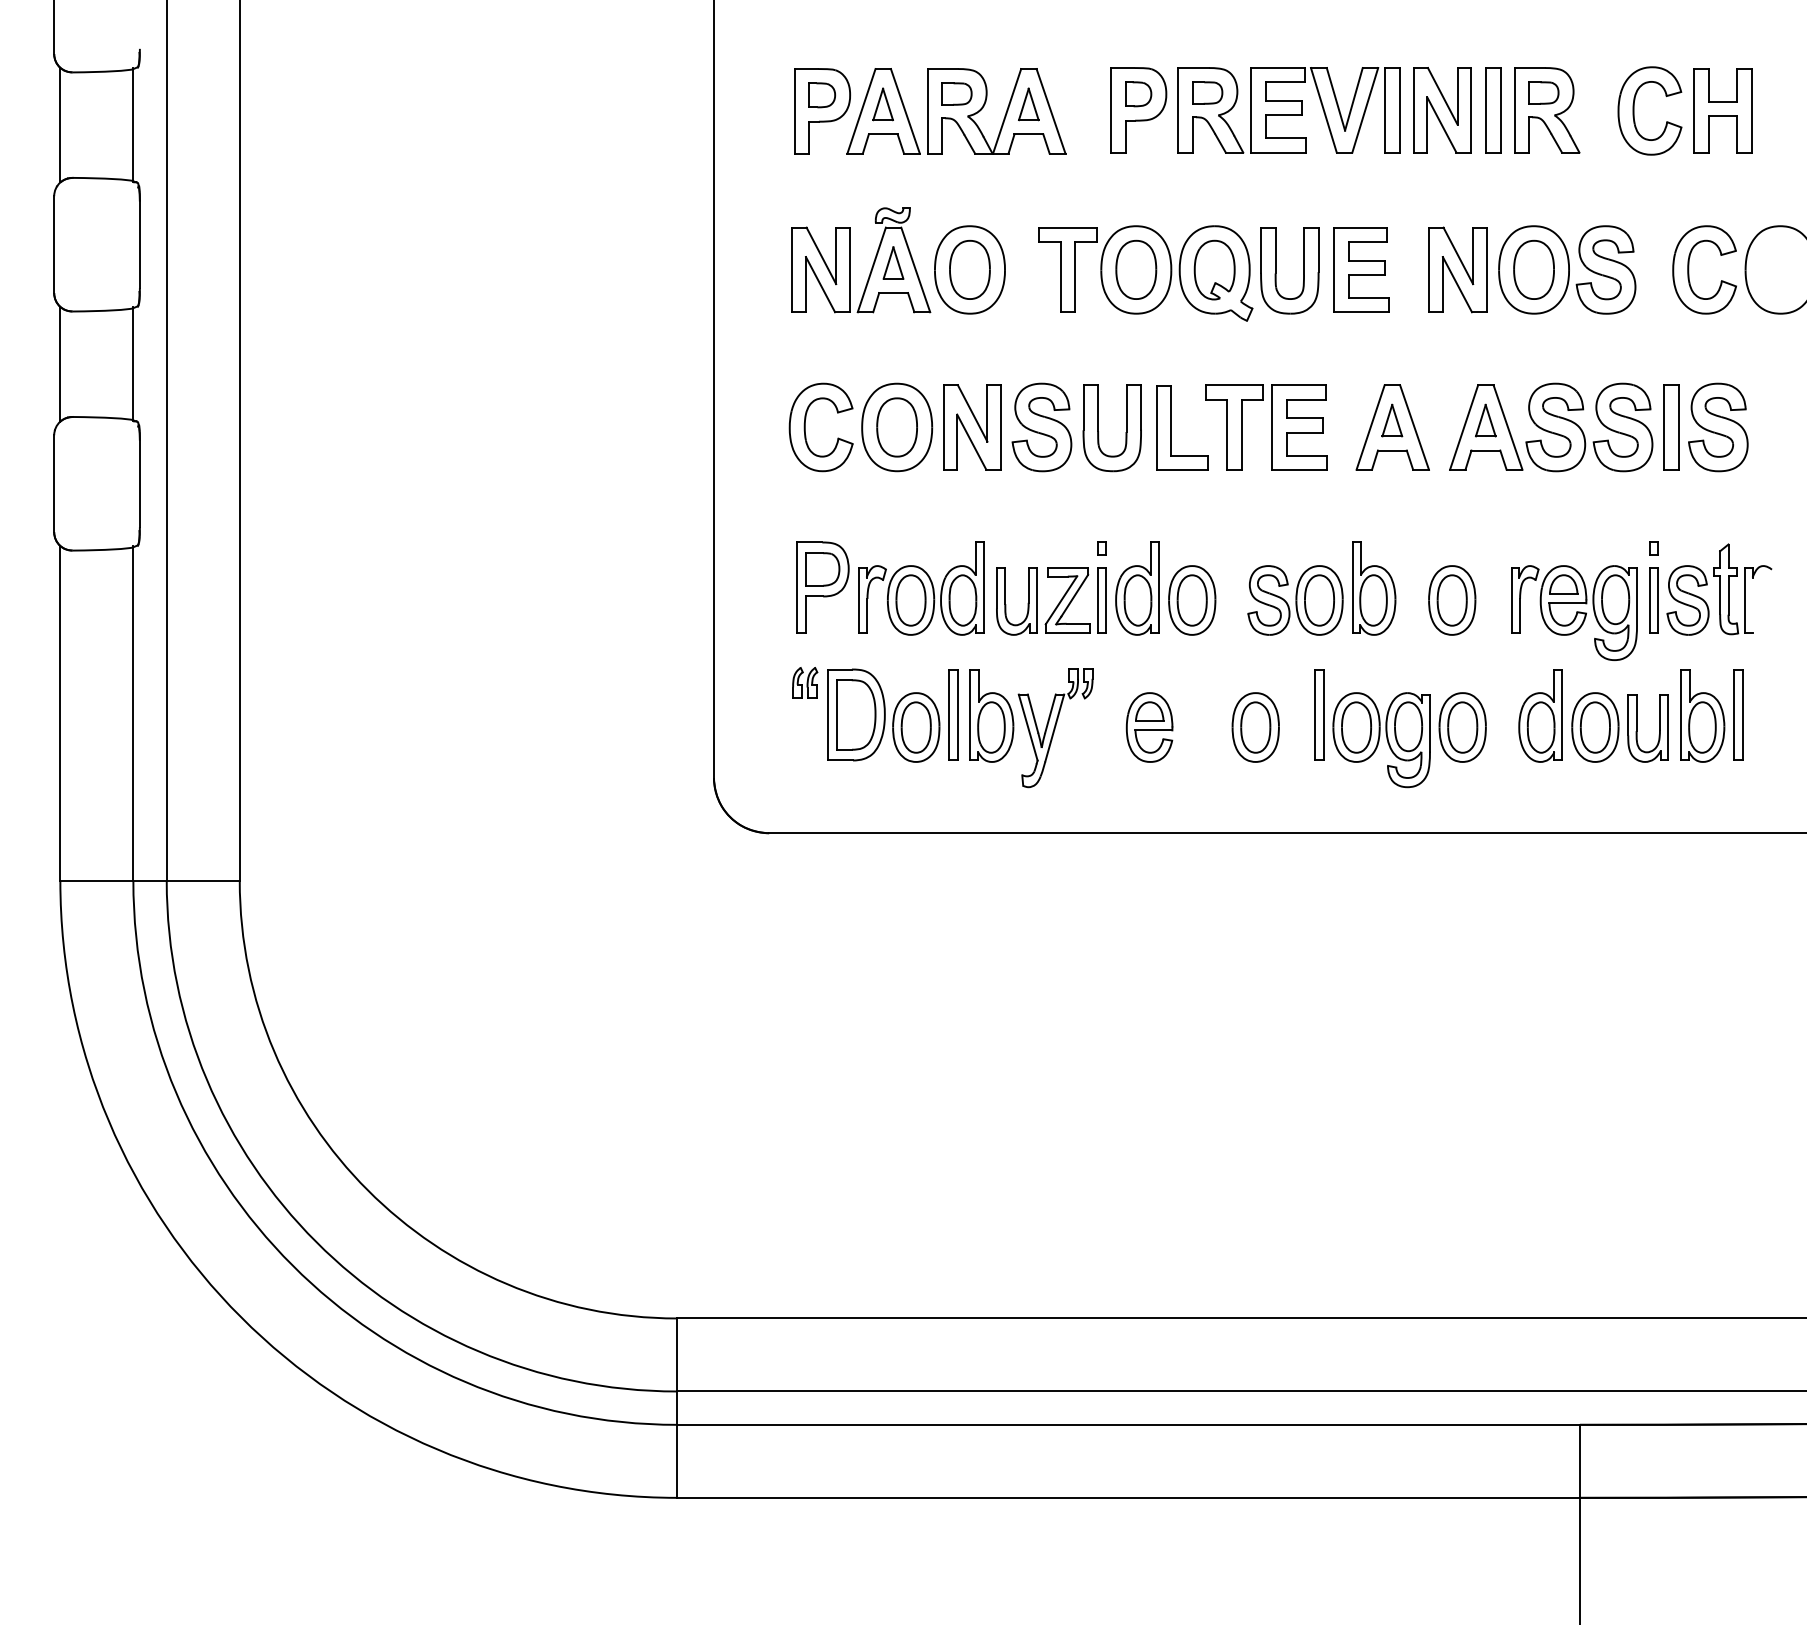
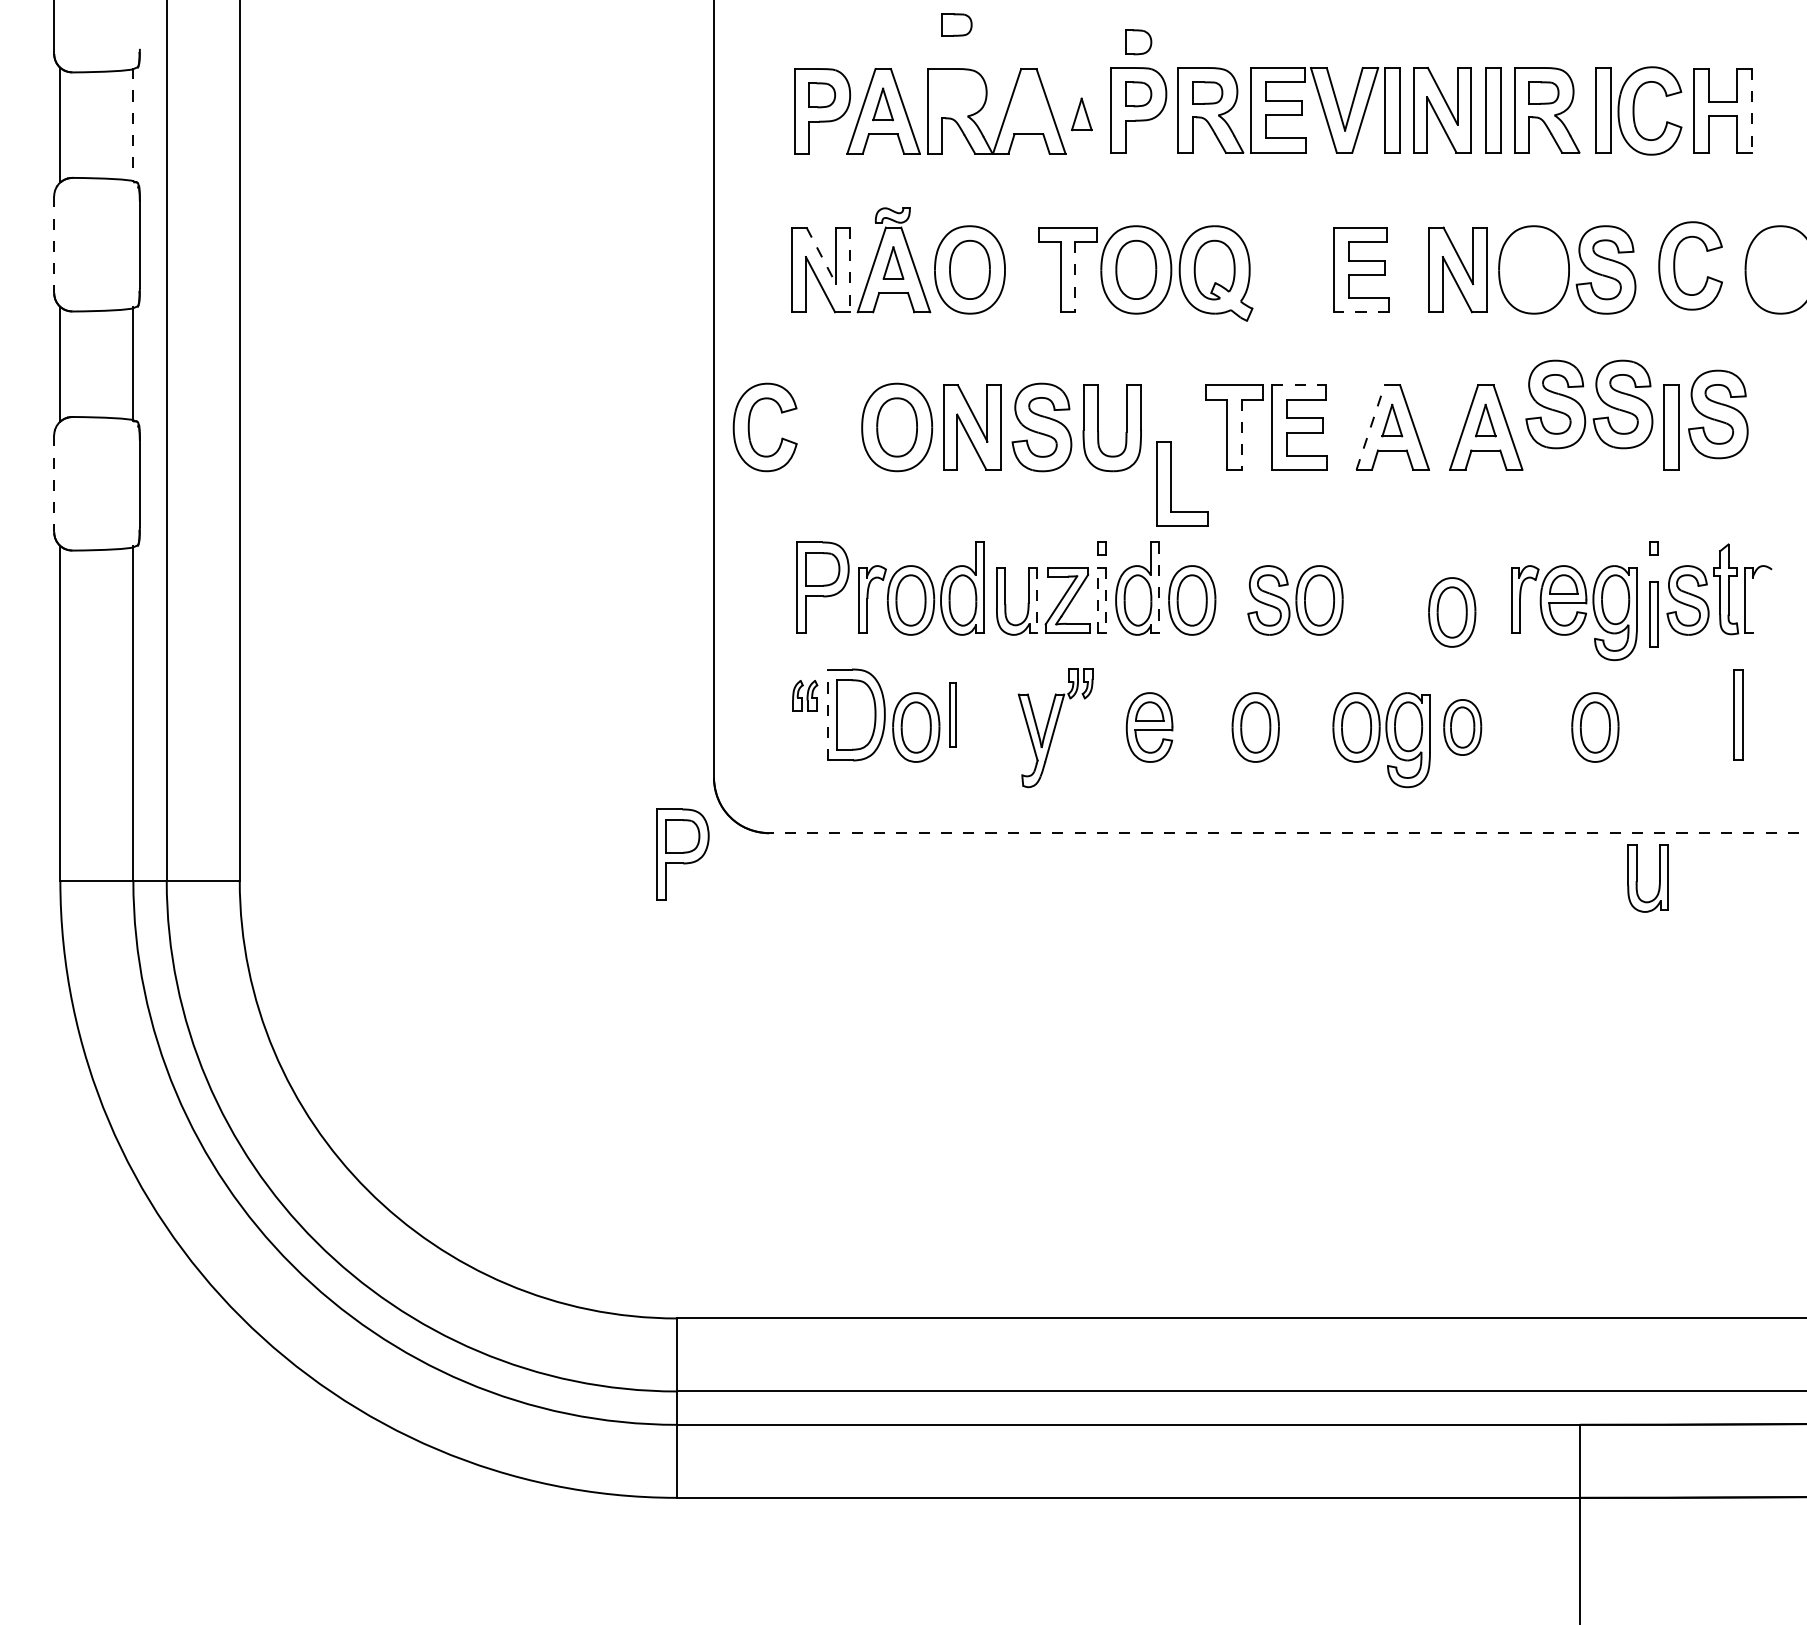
part at (1138, 42): none -> present
part at (956, 93) position: (956, 93) -> (956, 24)
part at (1028, 104) position: (1028, 104) -> (1081, 114)
part at (1603, 110): none -> present
line at (1751, 111): solid -> dashed
line at (133, 125): solid -> dashed
line at (54, 245): solid -> dashed
line at (821, 255): solid -> dashed
part at (1533, 269): present -> none
part at (1689, 269) position: (1689, 269) -> (1675, 265)
line at (849, 270): solid -> dashed
part at (1276, 270): present -> none
line at (1075, 277): solid -> dashed
line at (1360, 312): solid -> dashed
line at (1299, 385): solid -> dashed
part at (805, 427) position: (805, 427) -> (749, 427)
part at (1171, 427) position: (1171, 427) -> (1171, 483)
line at (1370, 427): solid -> dashed
part at (1718, 427) position: (1718, 427) -> (1718, 414)
part at (1583, 431) position: (1583, 431) -> (1583, 408)
line at (1241, 435): solid -> dashed
line at (54, 484): solid -> dashed
line at (1159, 588): solid -> dashed
part at (1374, 588): present -> none
line at (1037, 600): solid -> dashed
line at (1097, 600): solid -> dashed
line at (1106, 600): solid -> dashed
part at (1452, 600) position: (1452, 600) -> (1452, 612)
part at (1653, 600) position: (1653, 600) -> (1653, 614)
part at (805, 682) position: (805, 682) -> (805, 695)
line at (828, 714): solid -> dashed
part at (953, 714) size: 11x92 px -> 8x66 px
part at (1319, 714): present -> none
part at (991, 715): present -> none
part at (1540, 715): present -> none
part at (1702, 715): present -> none
part at (1462, 727) size: 49x71 px -> 40x57 px
part at (1637, 728) position: (1637, 728) -> (1637, 878)
line at (1287, 833): solid -> dashed
part at (682, 854): none -> present
